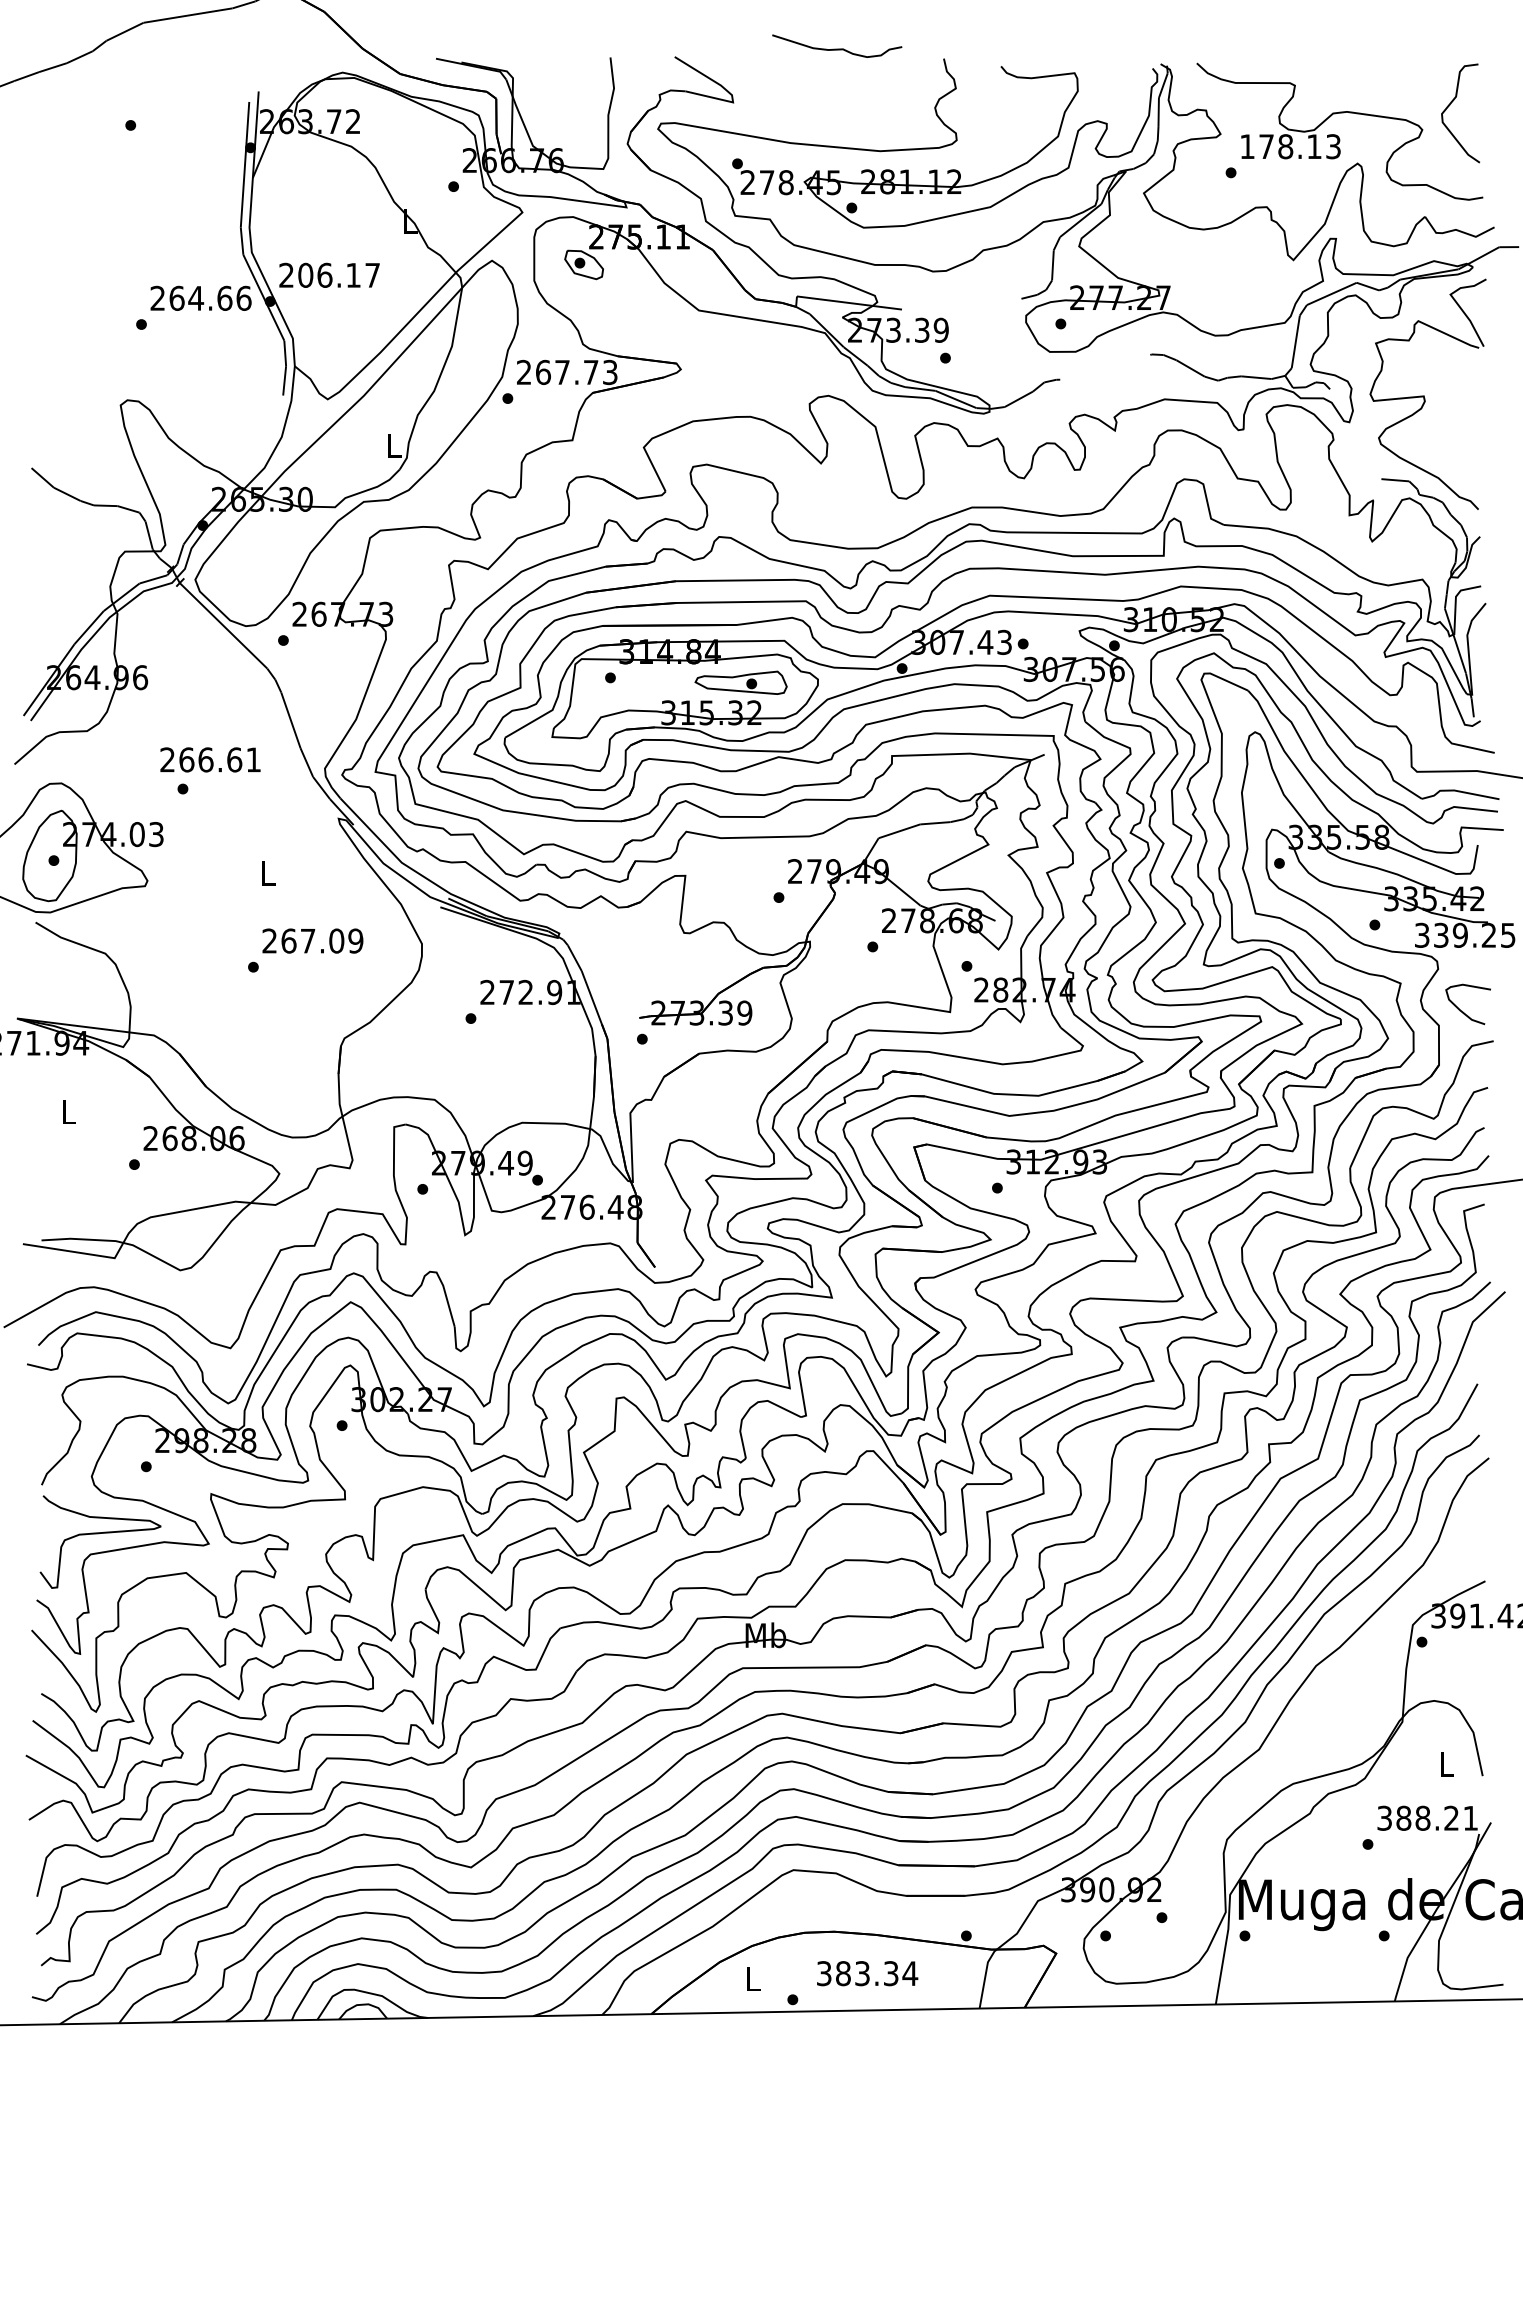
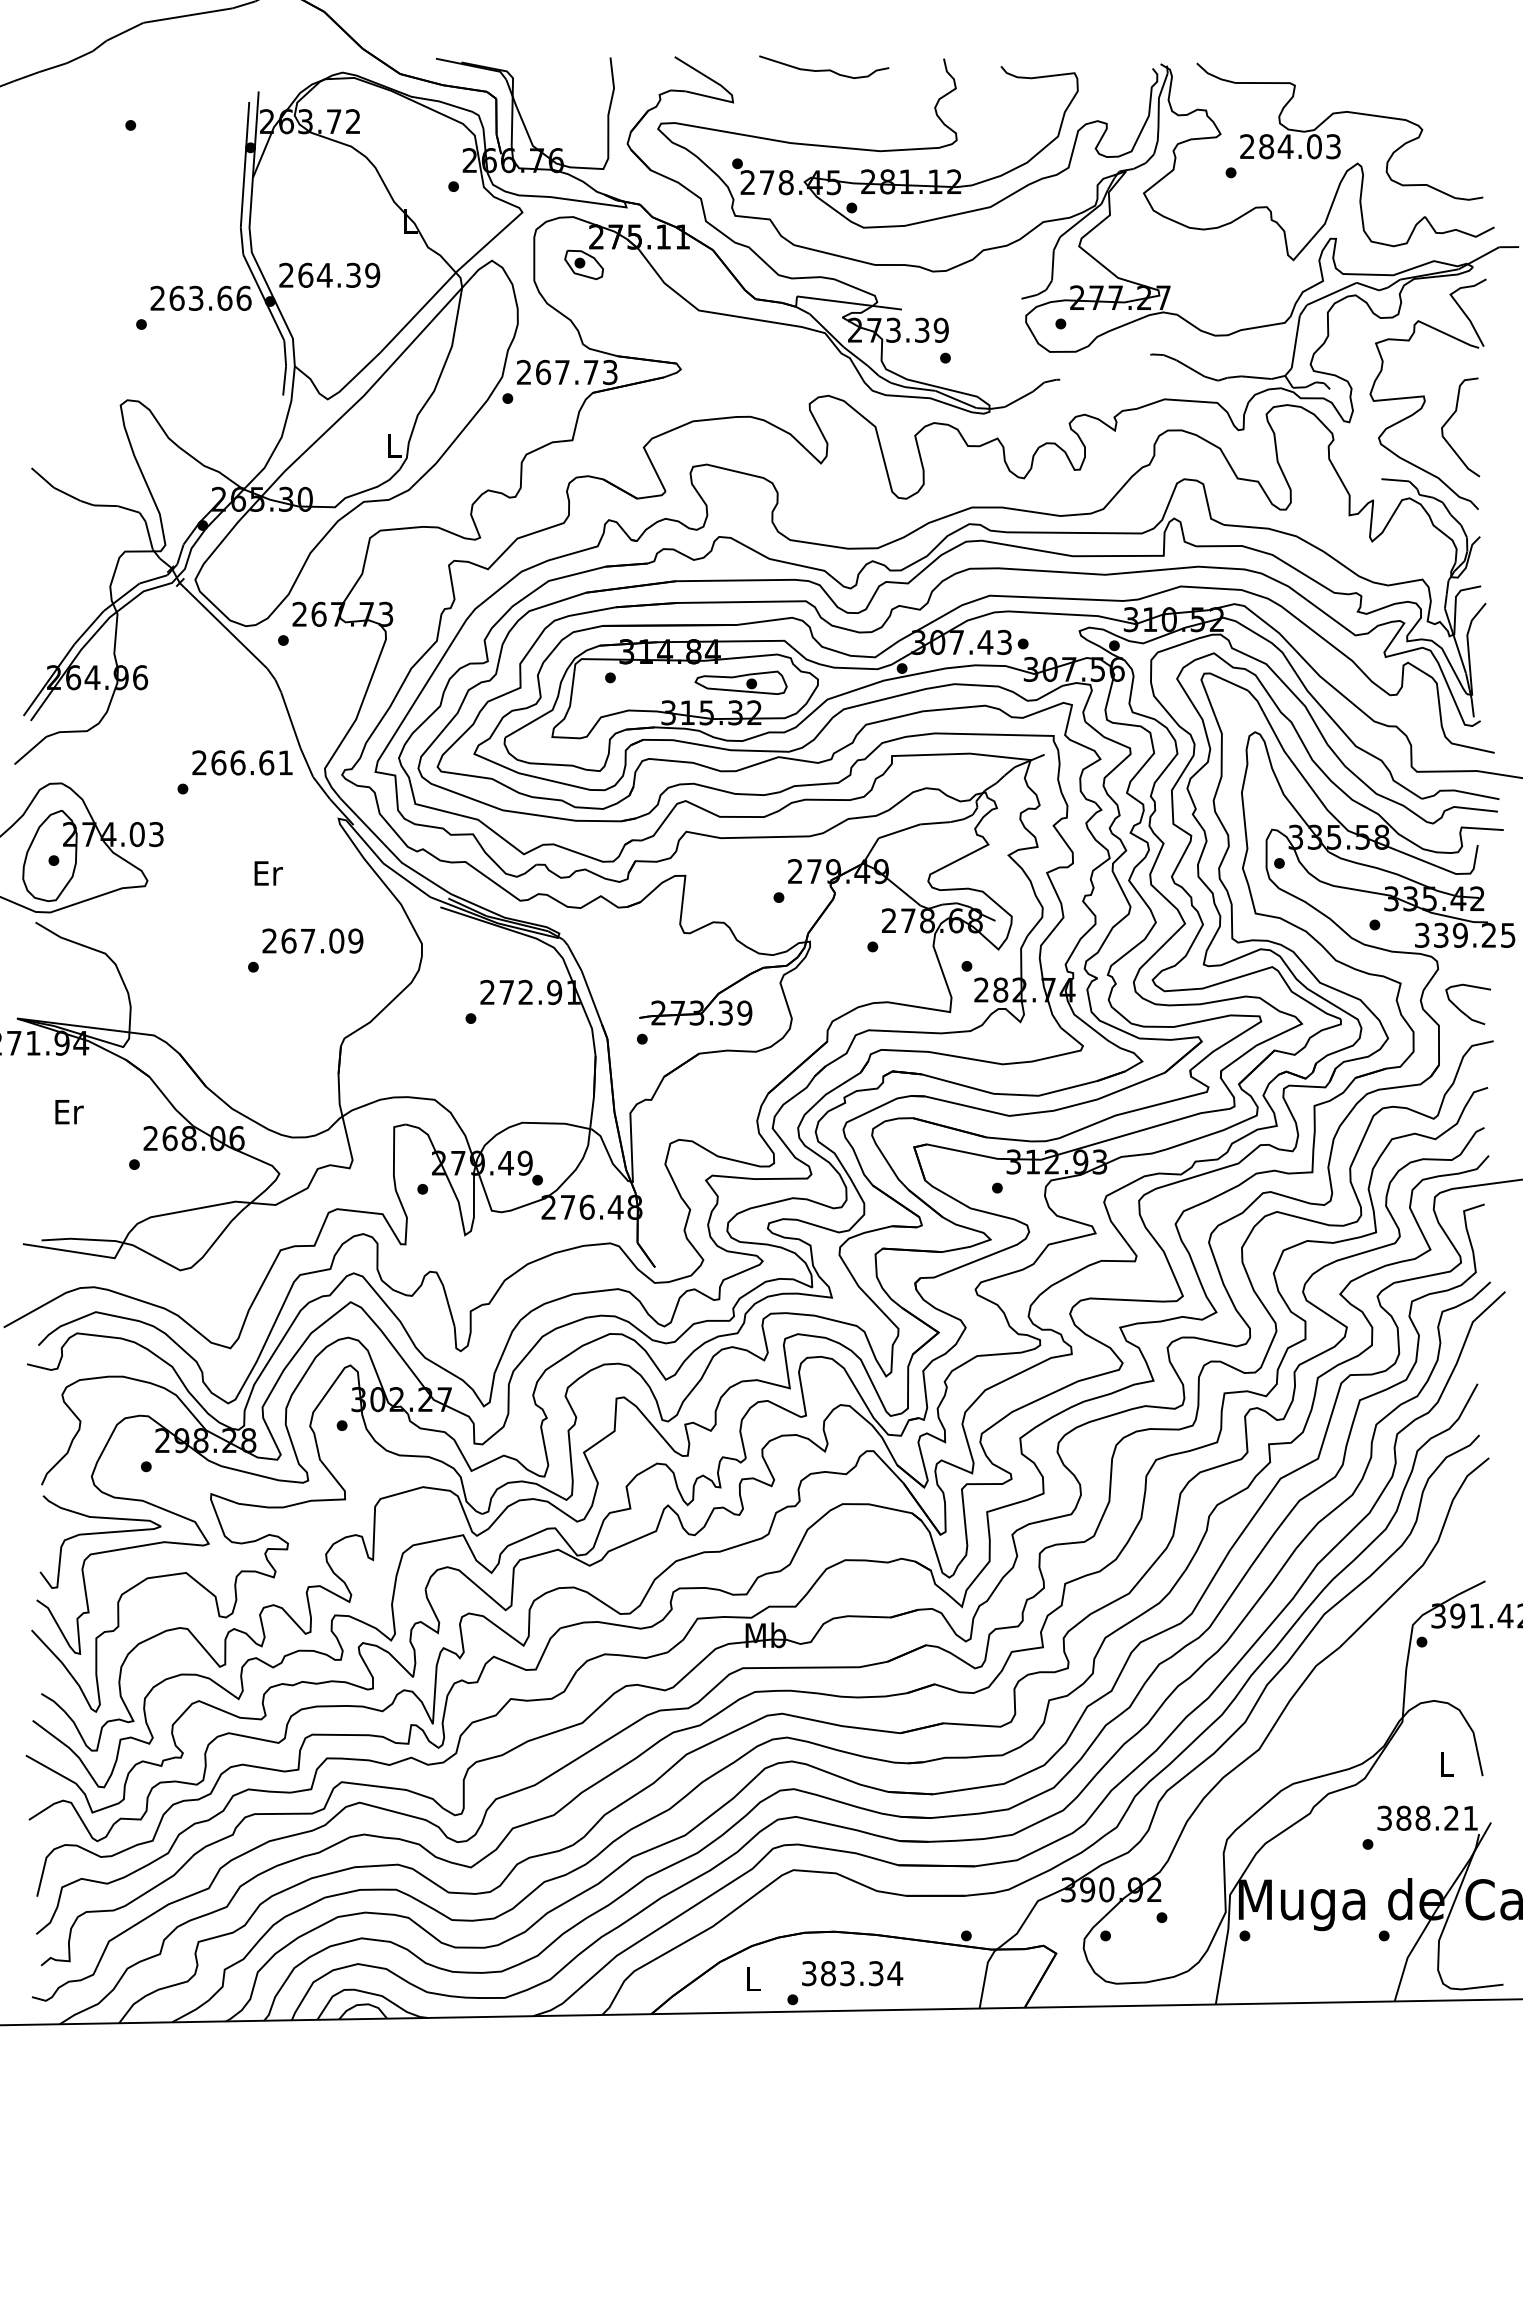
curve at (837, 48) position: (837, 48) -> (824, 69)
curve at (1450, 105) position: (1450, 105) -> (1450, 419)
text at (1280, 146): 178.13 -> 284.03
text at (339, 274): 206.17 -> 264.39
text at (196, 297): 264.66 -> 263.66
text at (210, 759) position: (210, 759) -> (242, 762)
text at (268, 873): L -> Er
text at (69, 1112): L -> Er
text at (867, 1973) position: (867, 1973) -> (852, 1973)
